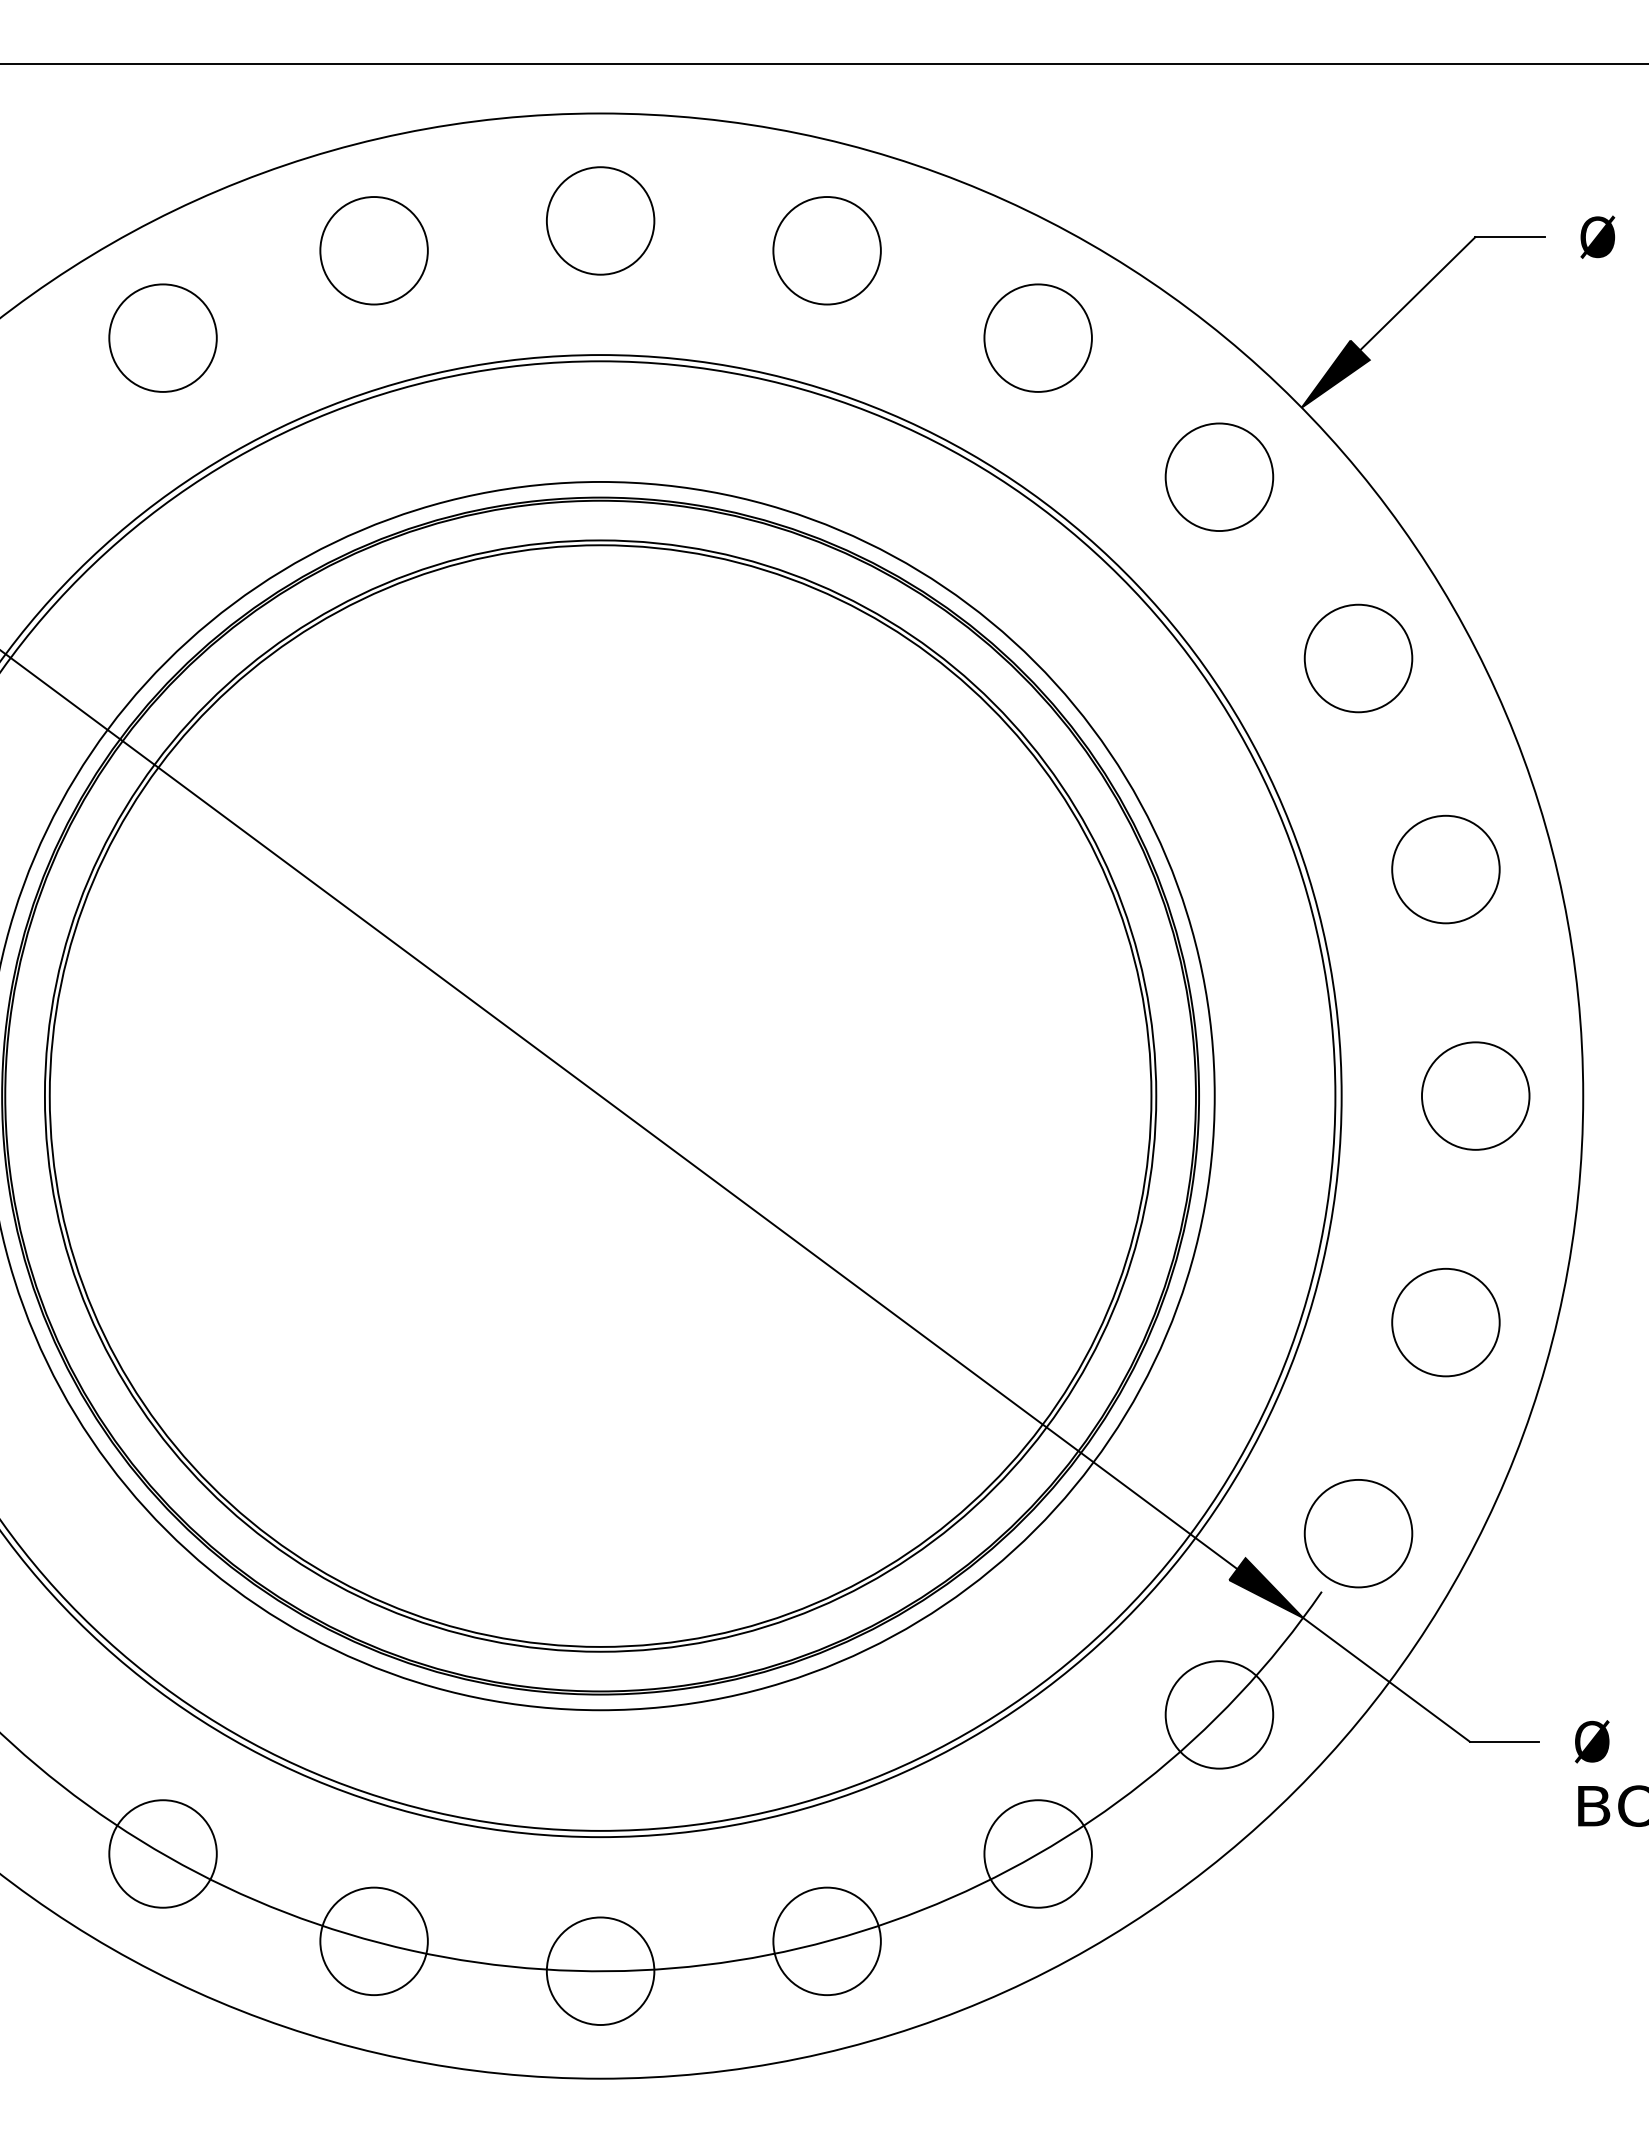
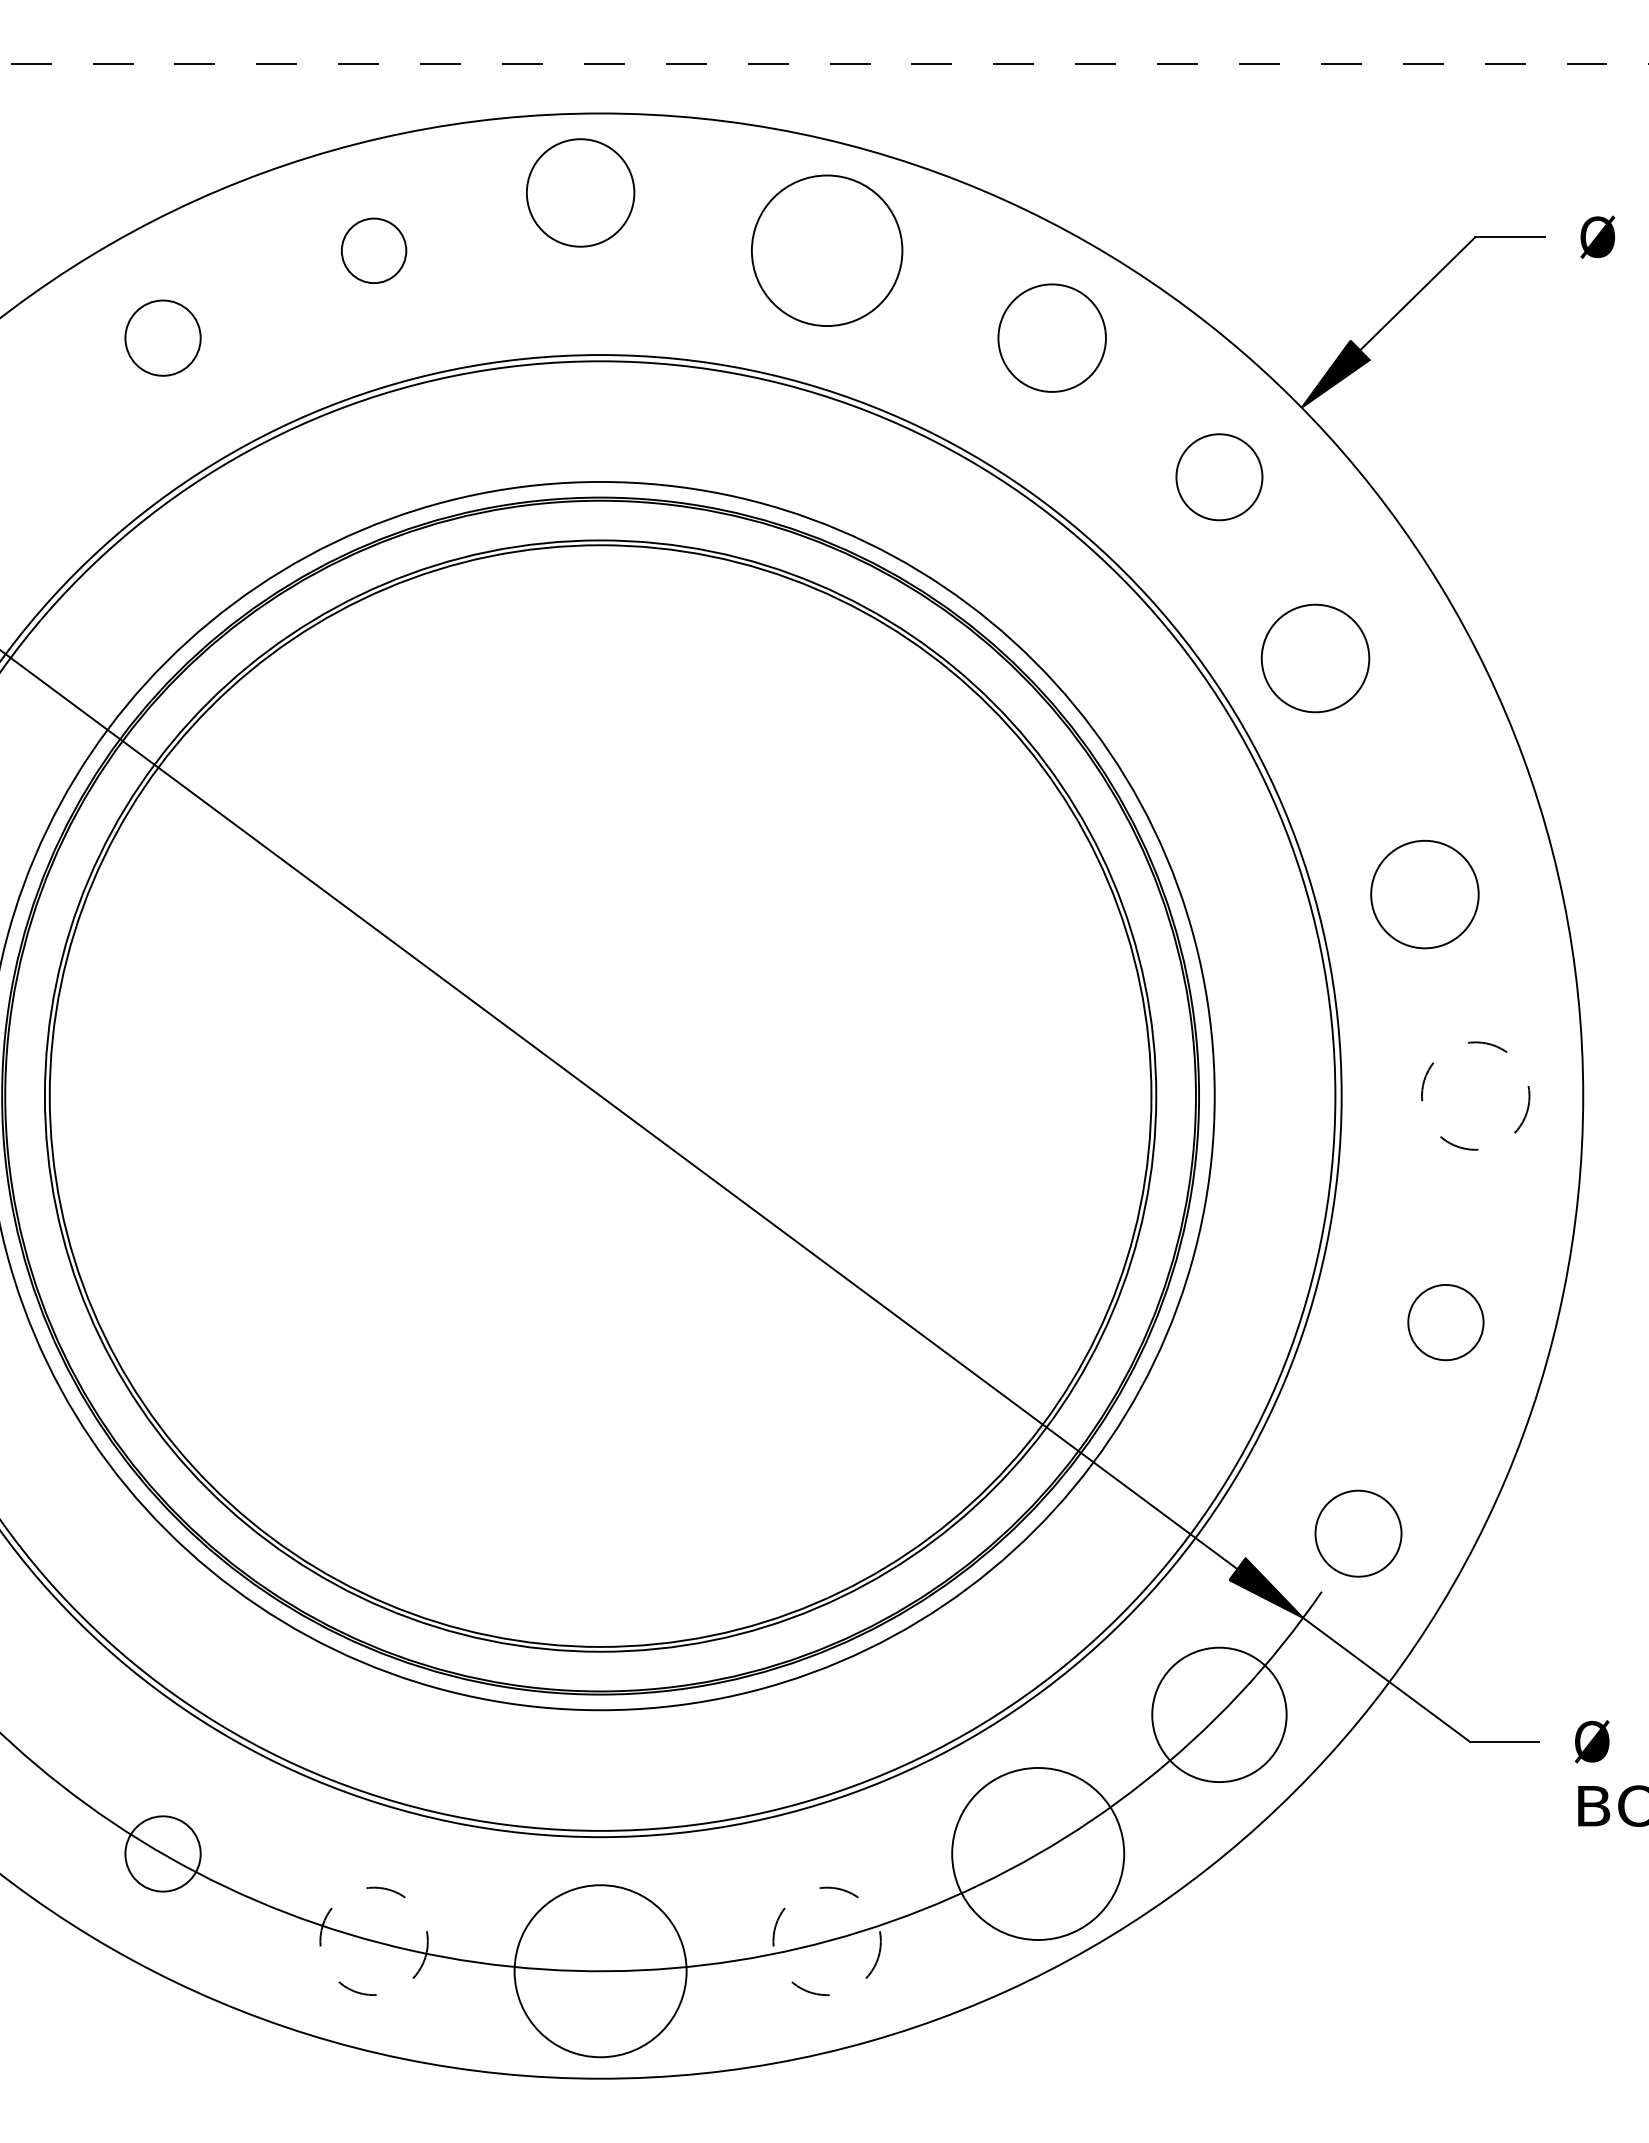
line at (824, 64): solid -> dashed
circle at (600, 220) position: (600, 220) -> (580, 192)
circle at (373, 250) size: 110x110 px -> 68x67 px
circle at (826, 250) diameter: 108 px -> 151 px
circle at (162, 337) diameter: 108 px -> 75 px
circle at (1037, 337) position: (1037, 337) -> (1051, 337)
circle at (1219, 477) diameter: 108 px -> 86 px
circle at (1358, 658) position: (1358, 658) -> (1315, 658)
circle at (1445, 869) position: (1445, 869) -> (1424, 894)
circle at (1475, 1095): solid -> dashed
circle at (1445, 1322) diameter: 108 px -> 75 px
circle at (1358, 1533) size: 111x110 px -> 89x89 px
circle at (1219, 1714) diameter: 108 px -> 134 px
circle at (162, 1853) diameter: 108 px -> 75 px
circle at (1037, 1853) diameter: 108 px -> 172 px
circle at (373, 1941): solid -> dashed
circle at (826, 1941): solid -> dashed
circle at (600, 1971) diameter: 108 px -> 172 px
